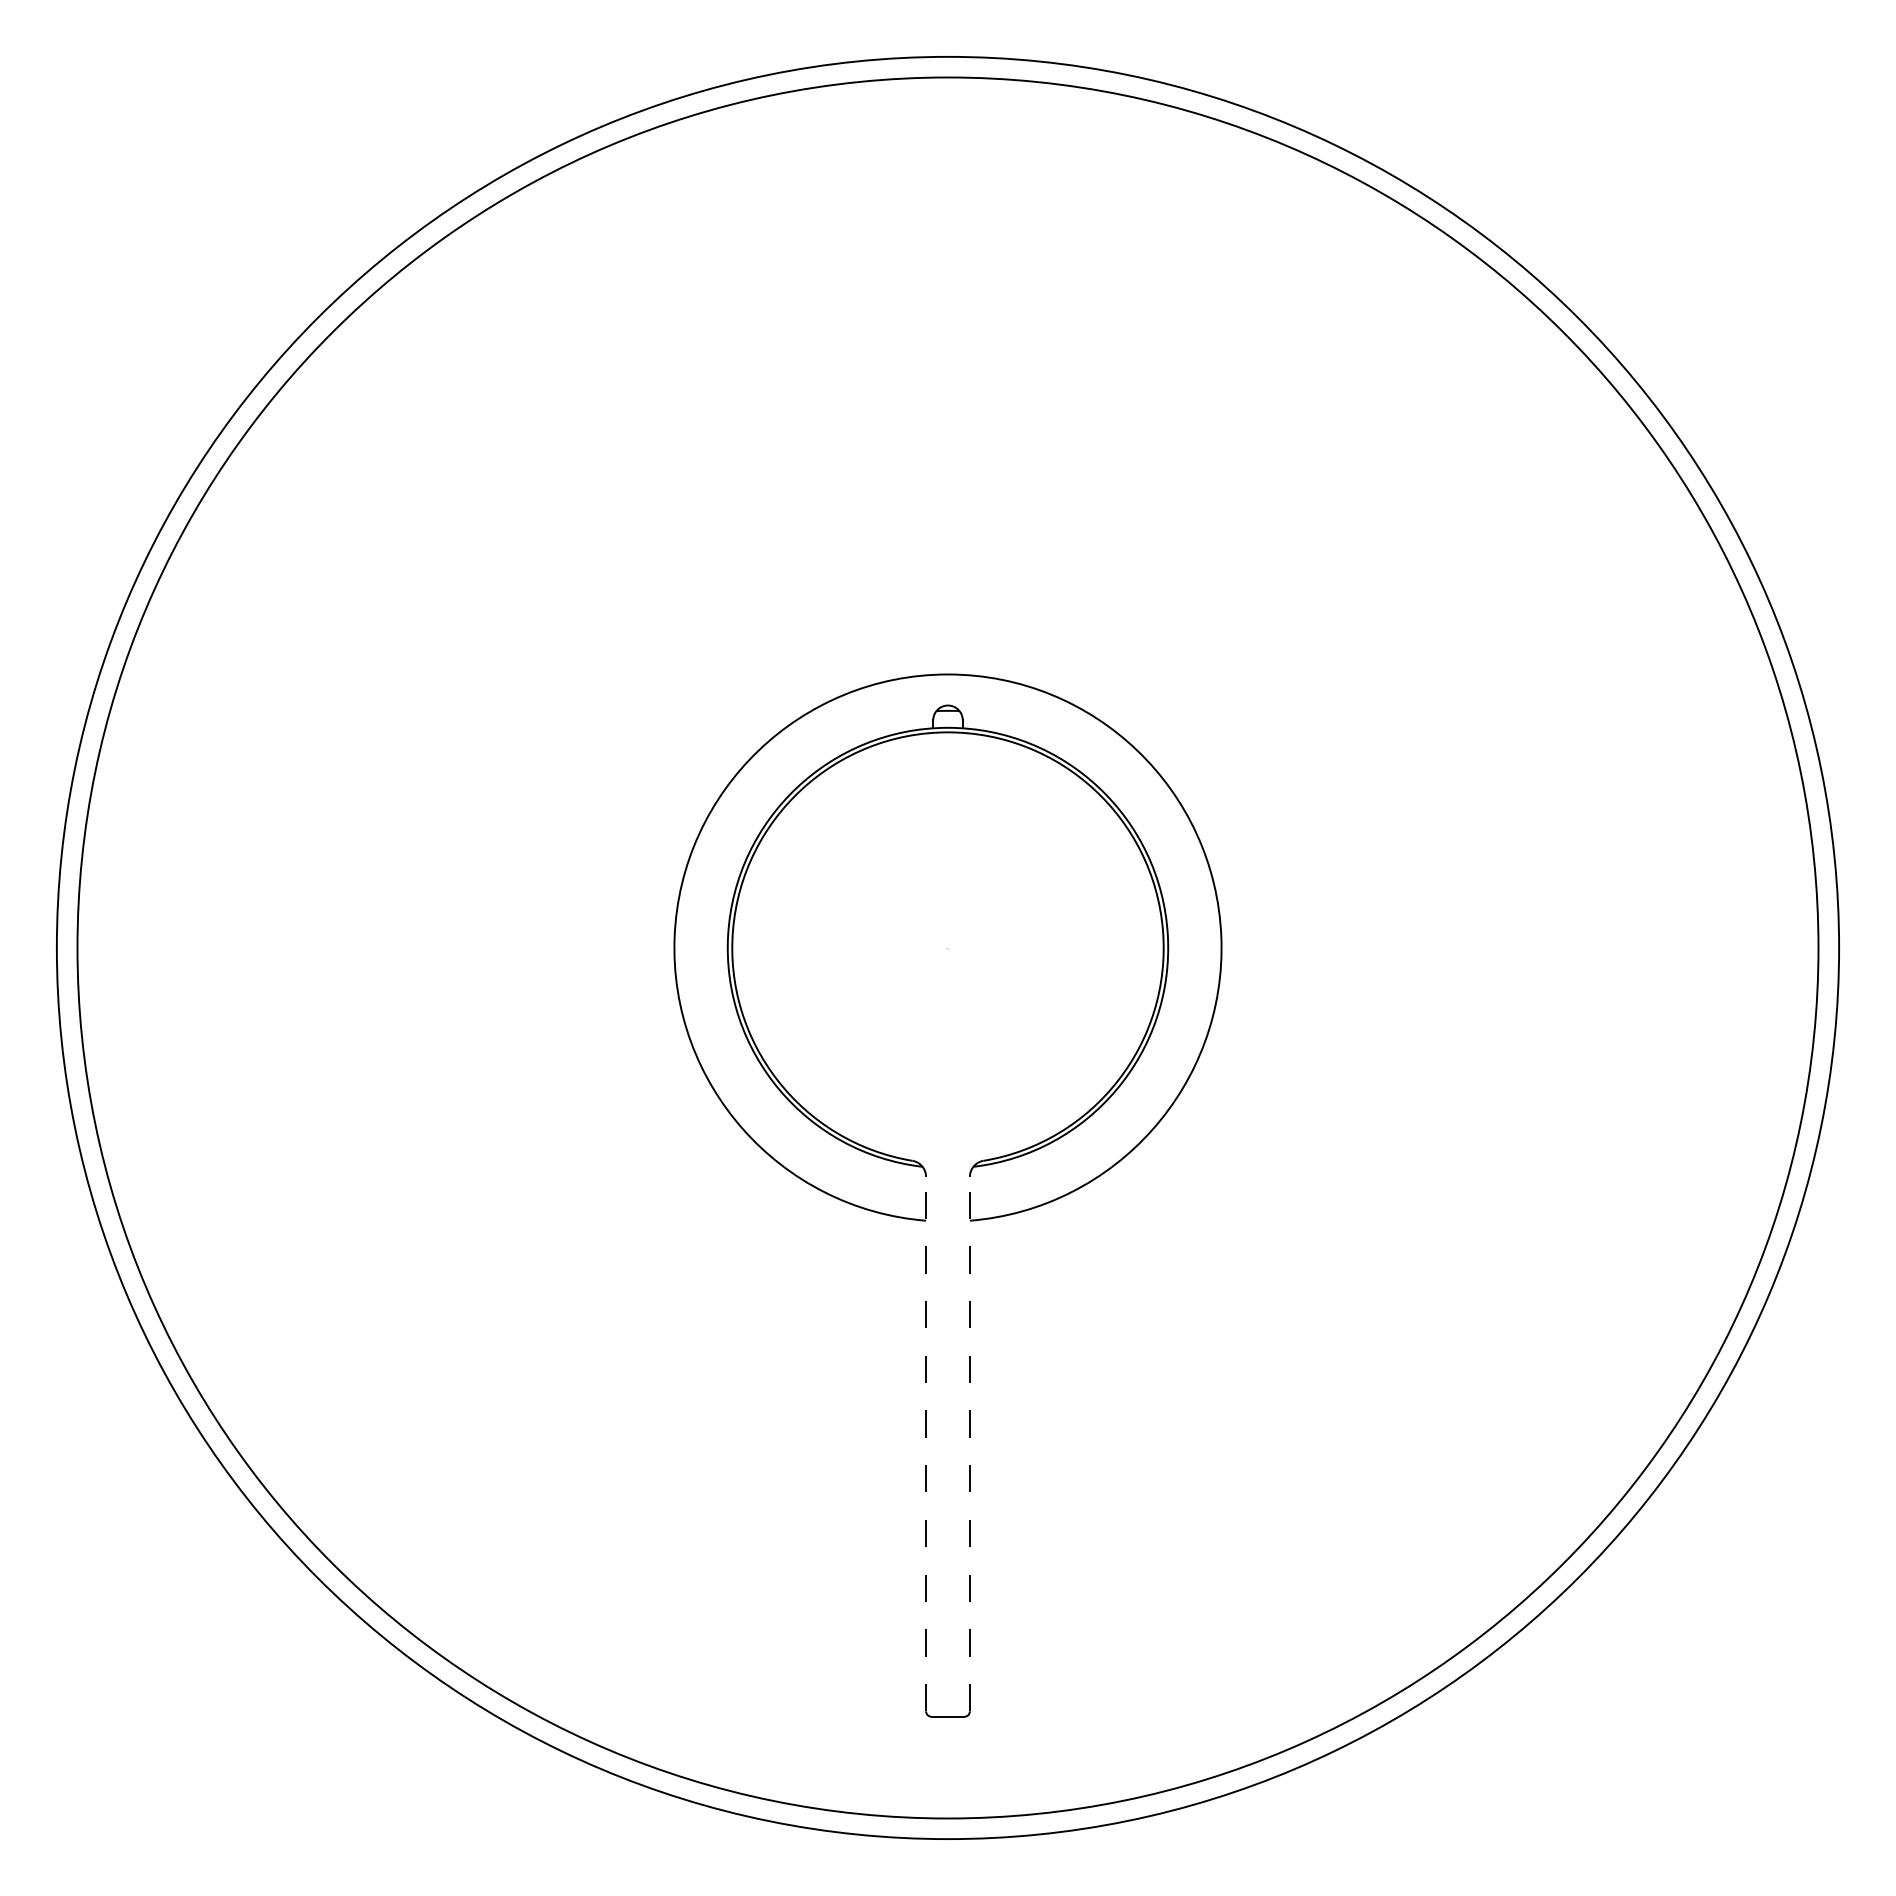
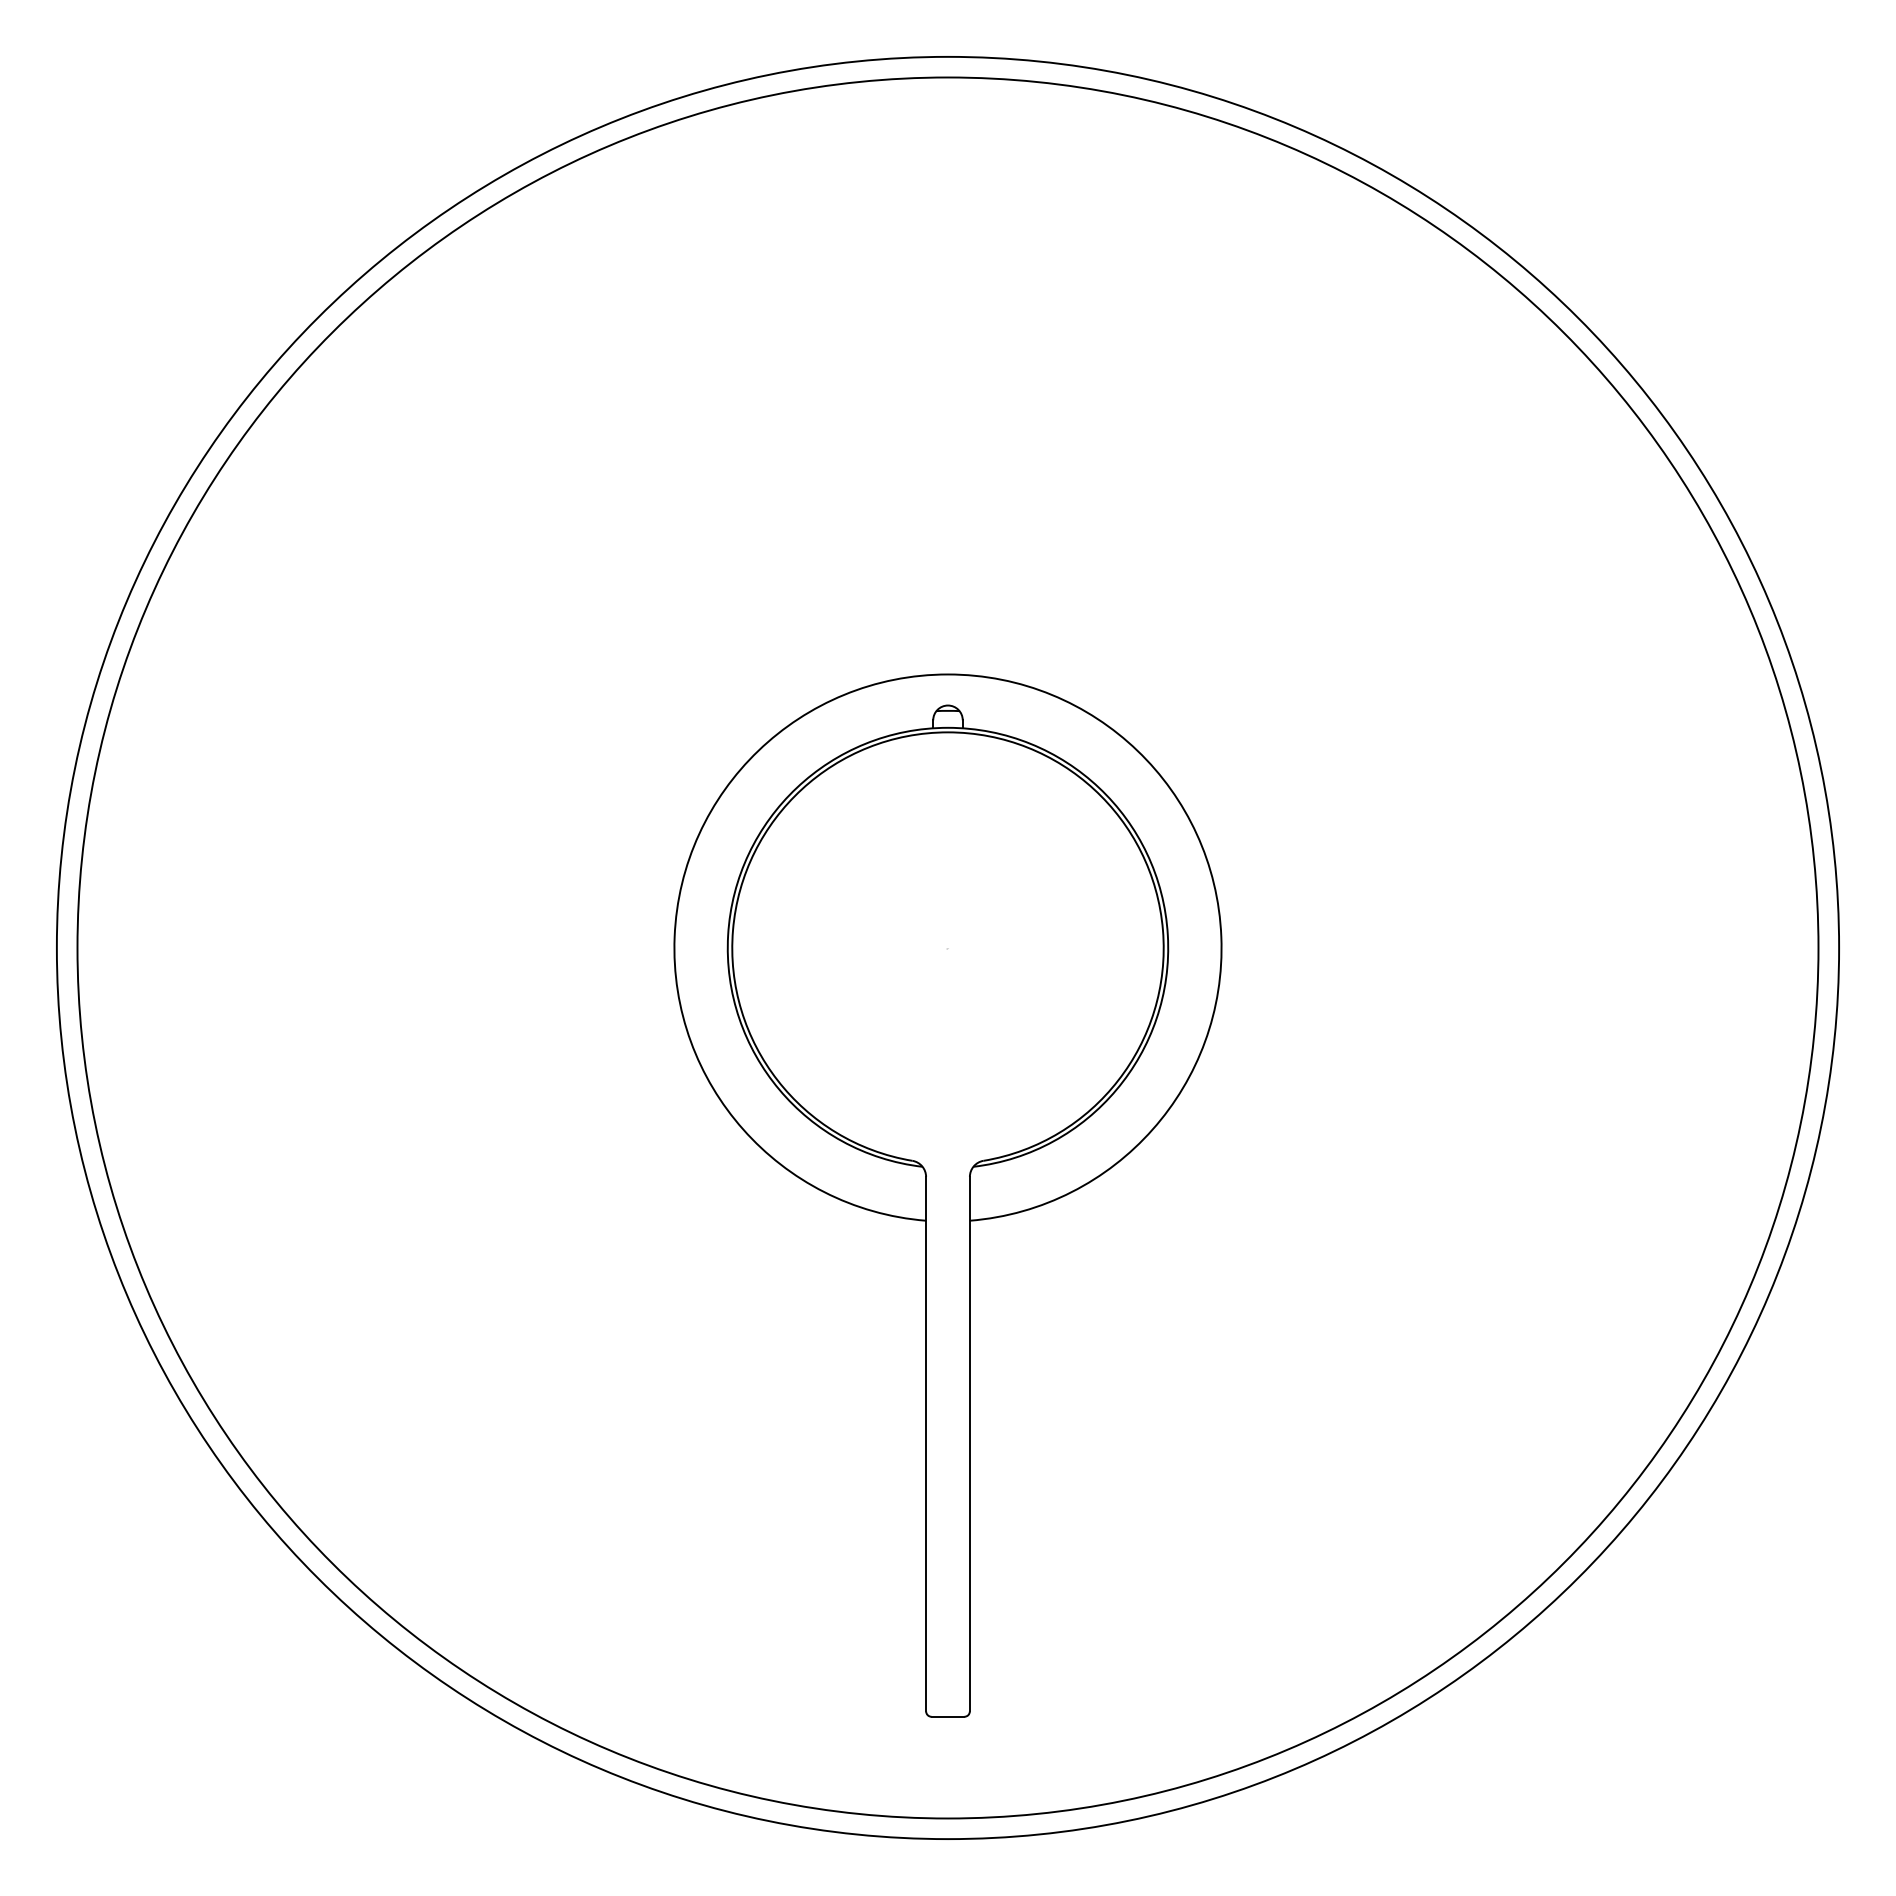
line at (926, 1443): dashed -> solid
line at (969, 1443): dashed -> solid
